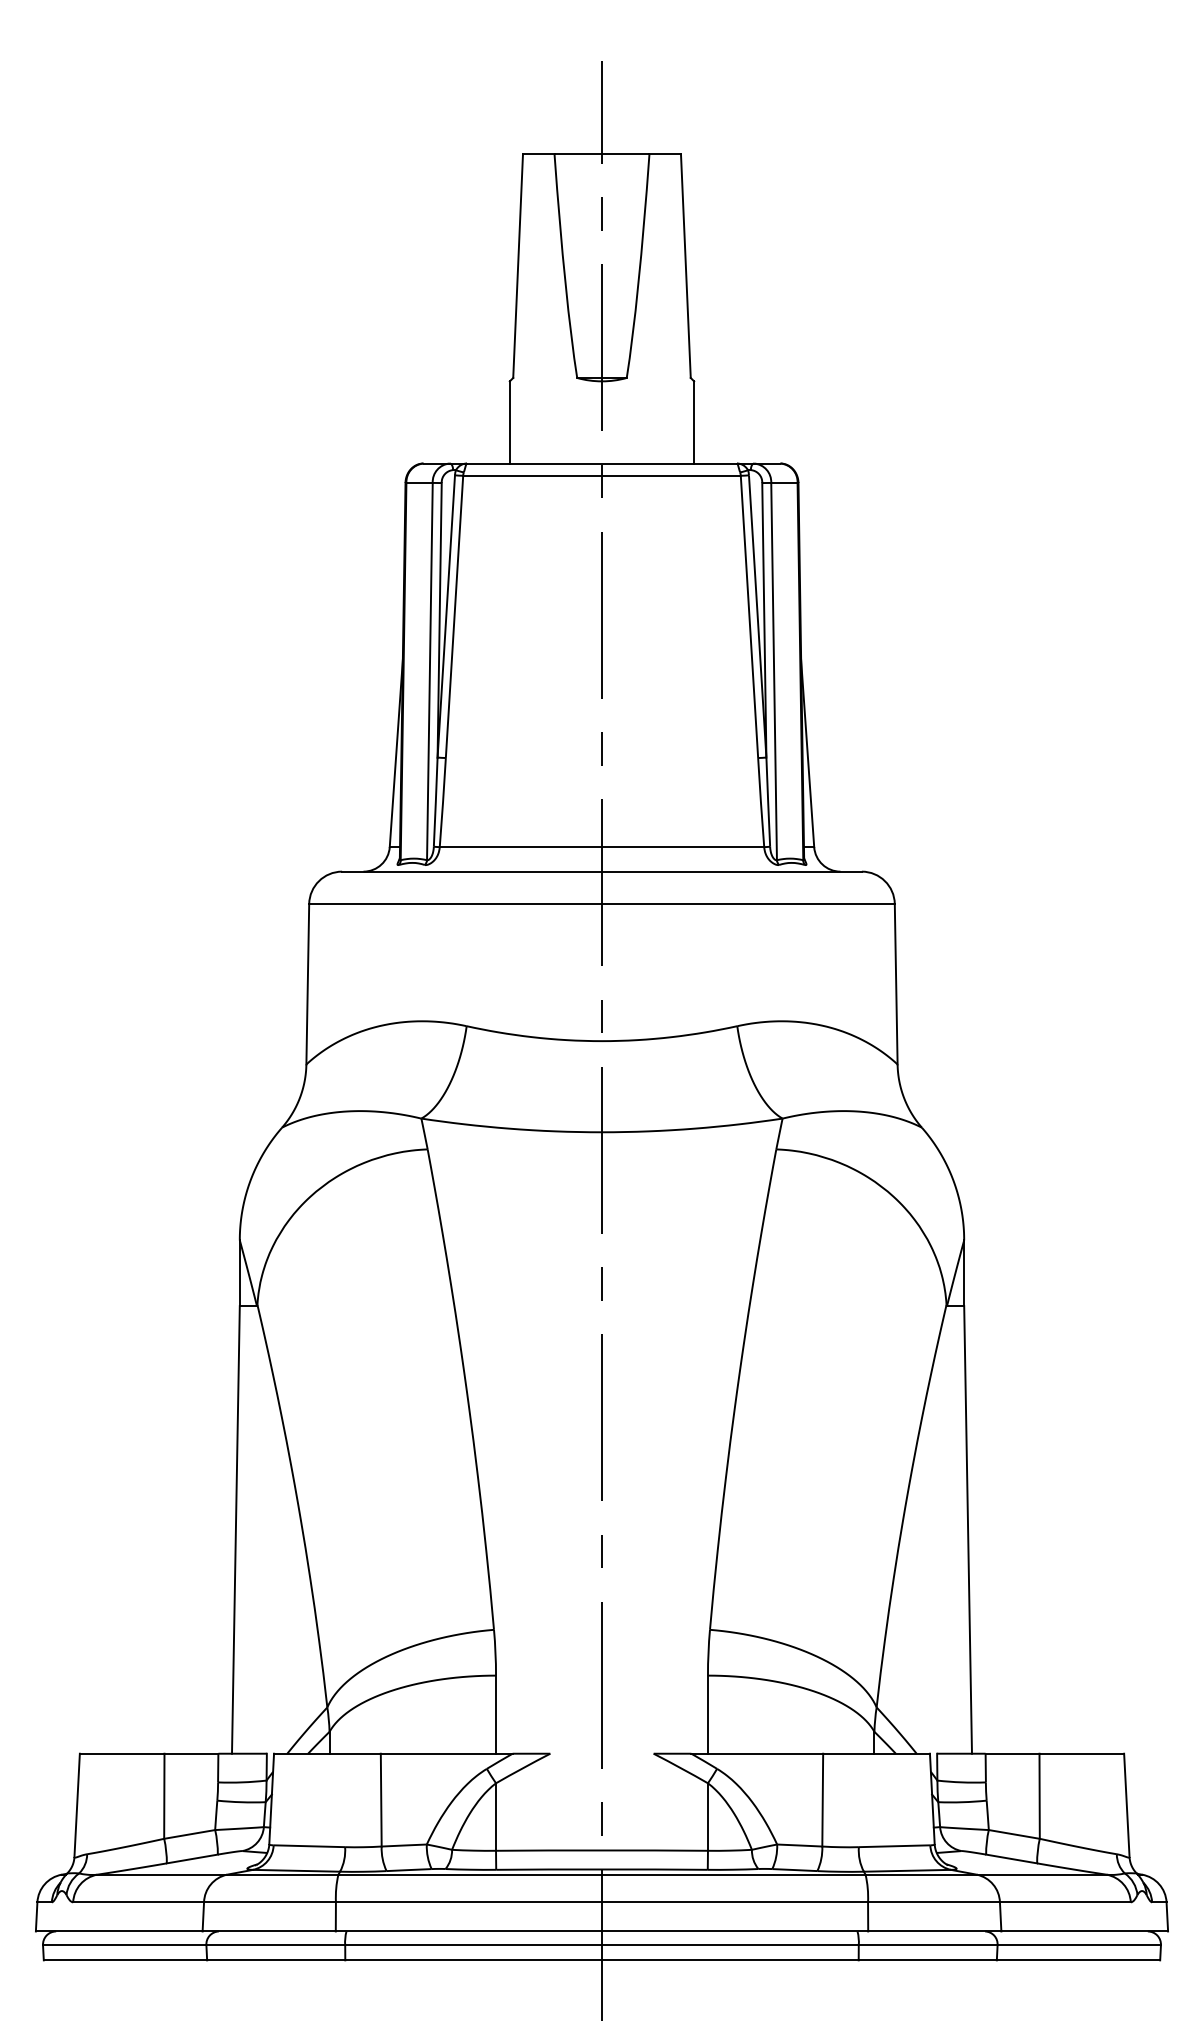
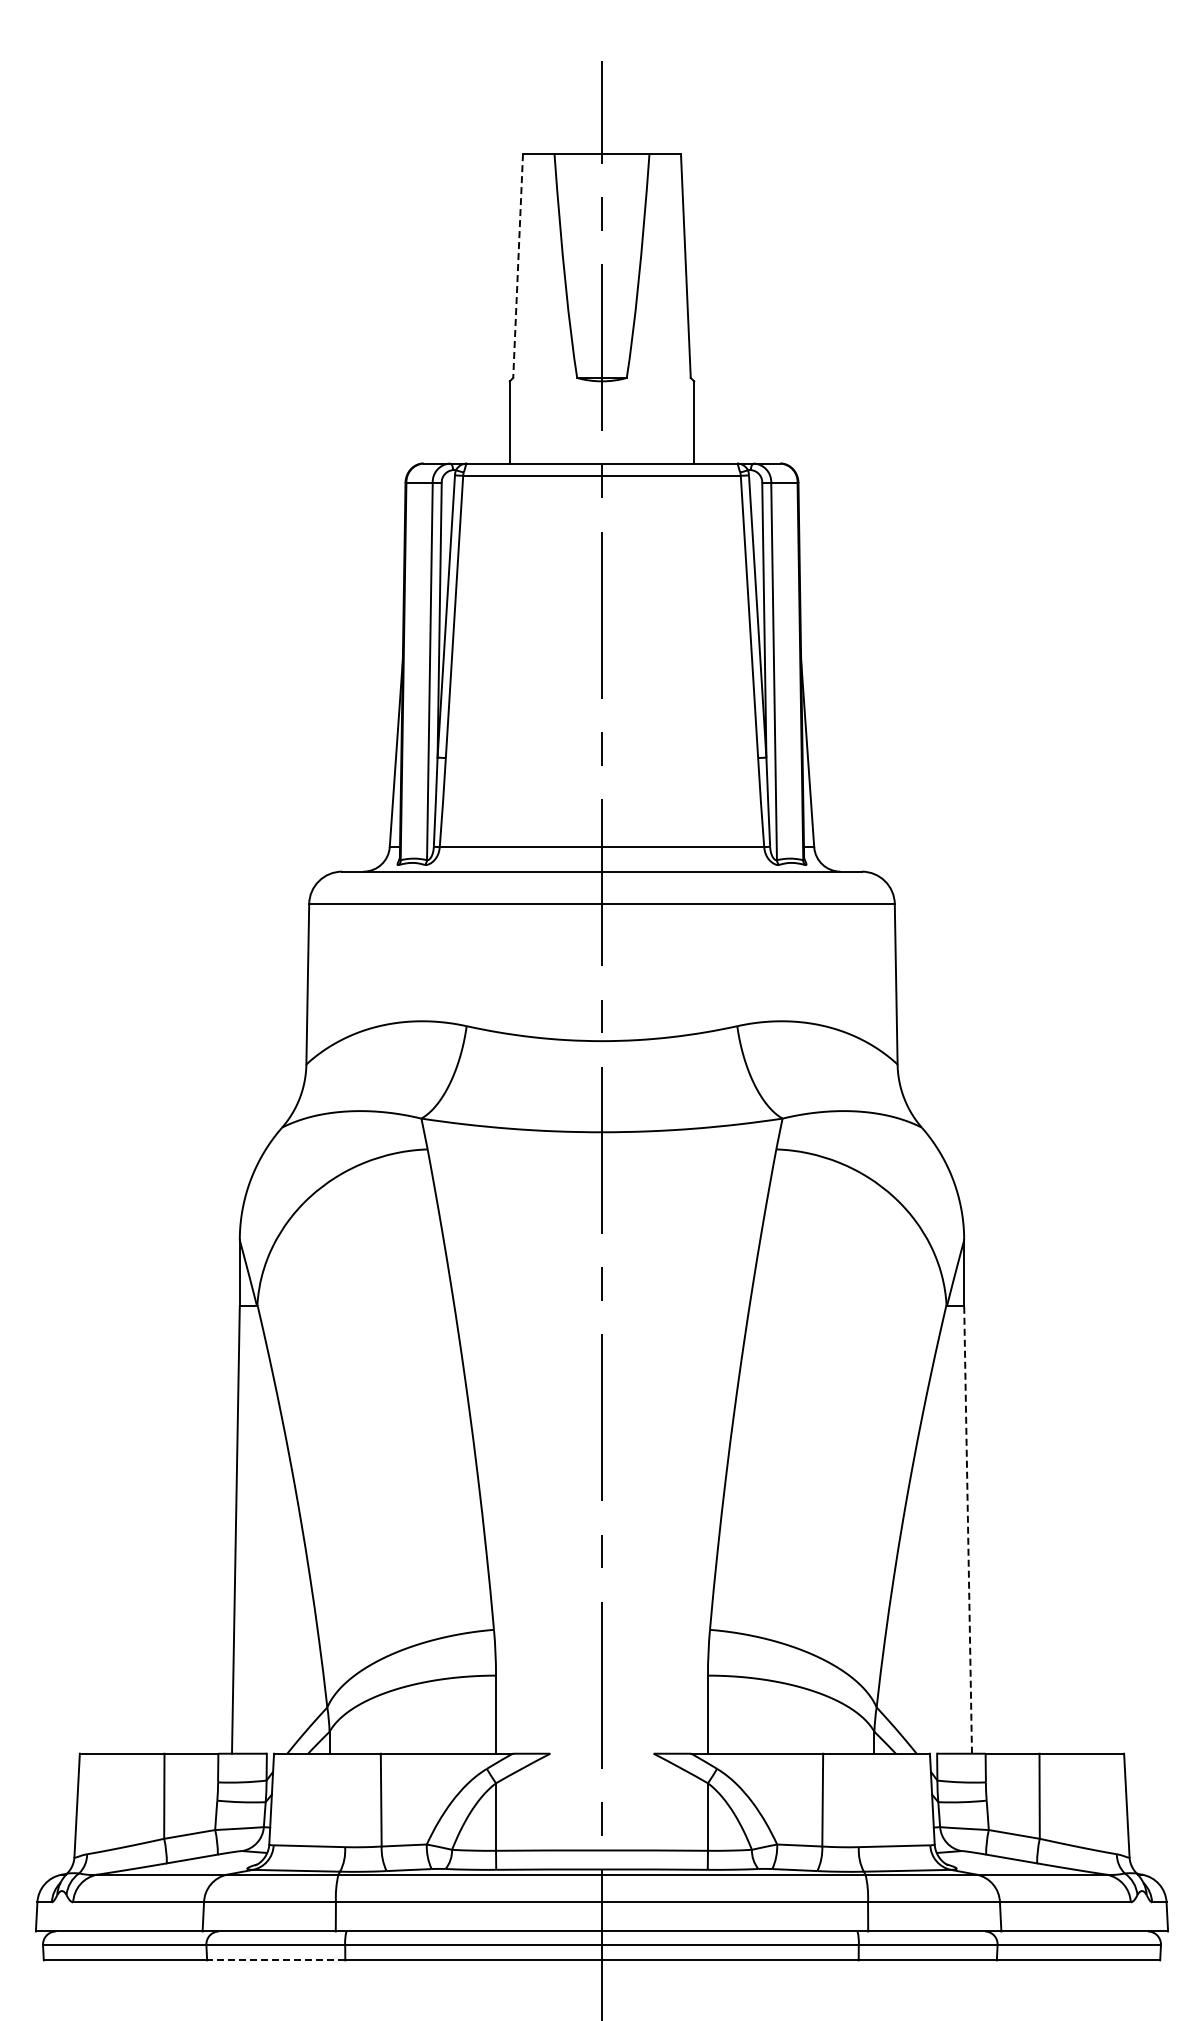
line at (518, 266): solid -> dashed
line at (968, 1529): solid -> dashed
line at (275, 1960): solid -> dashed
